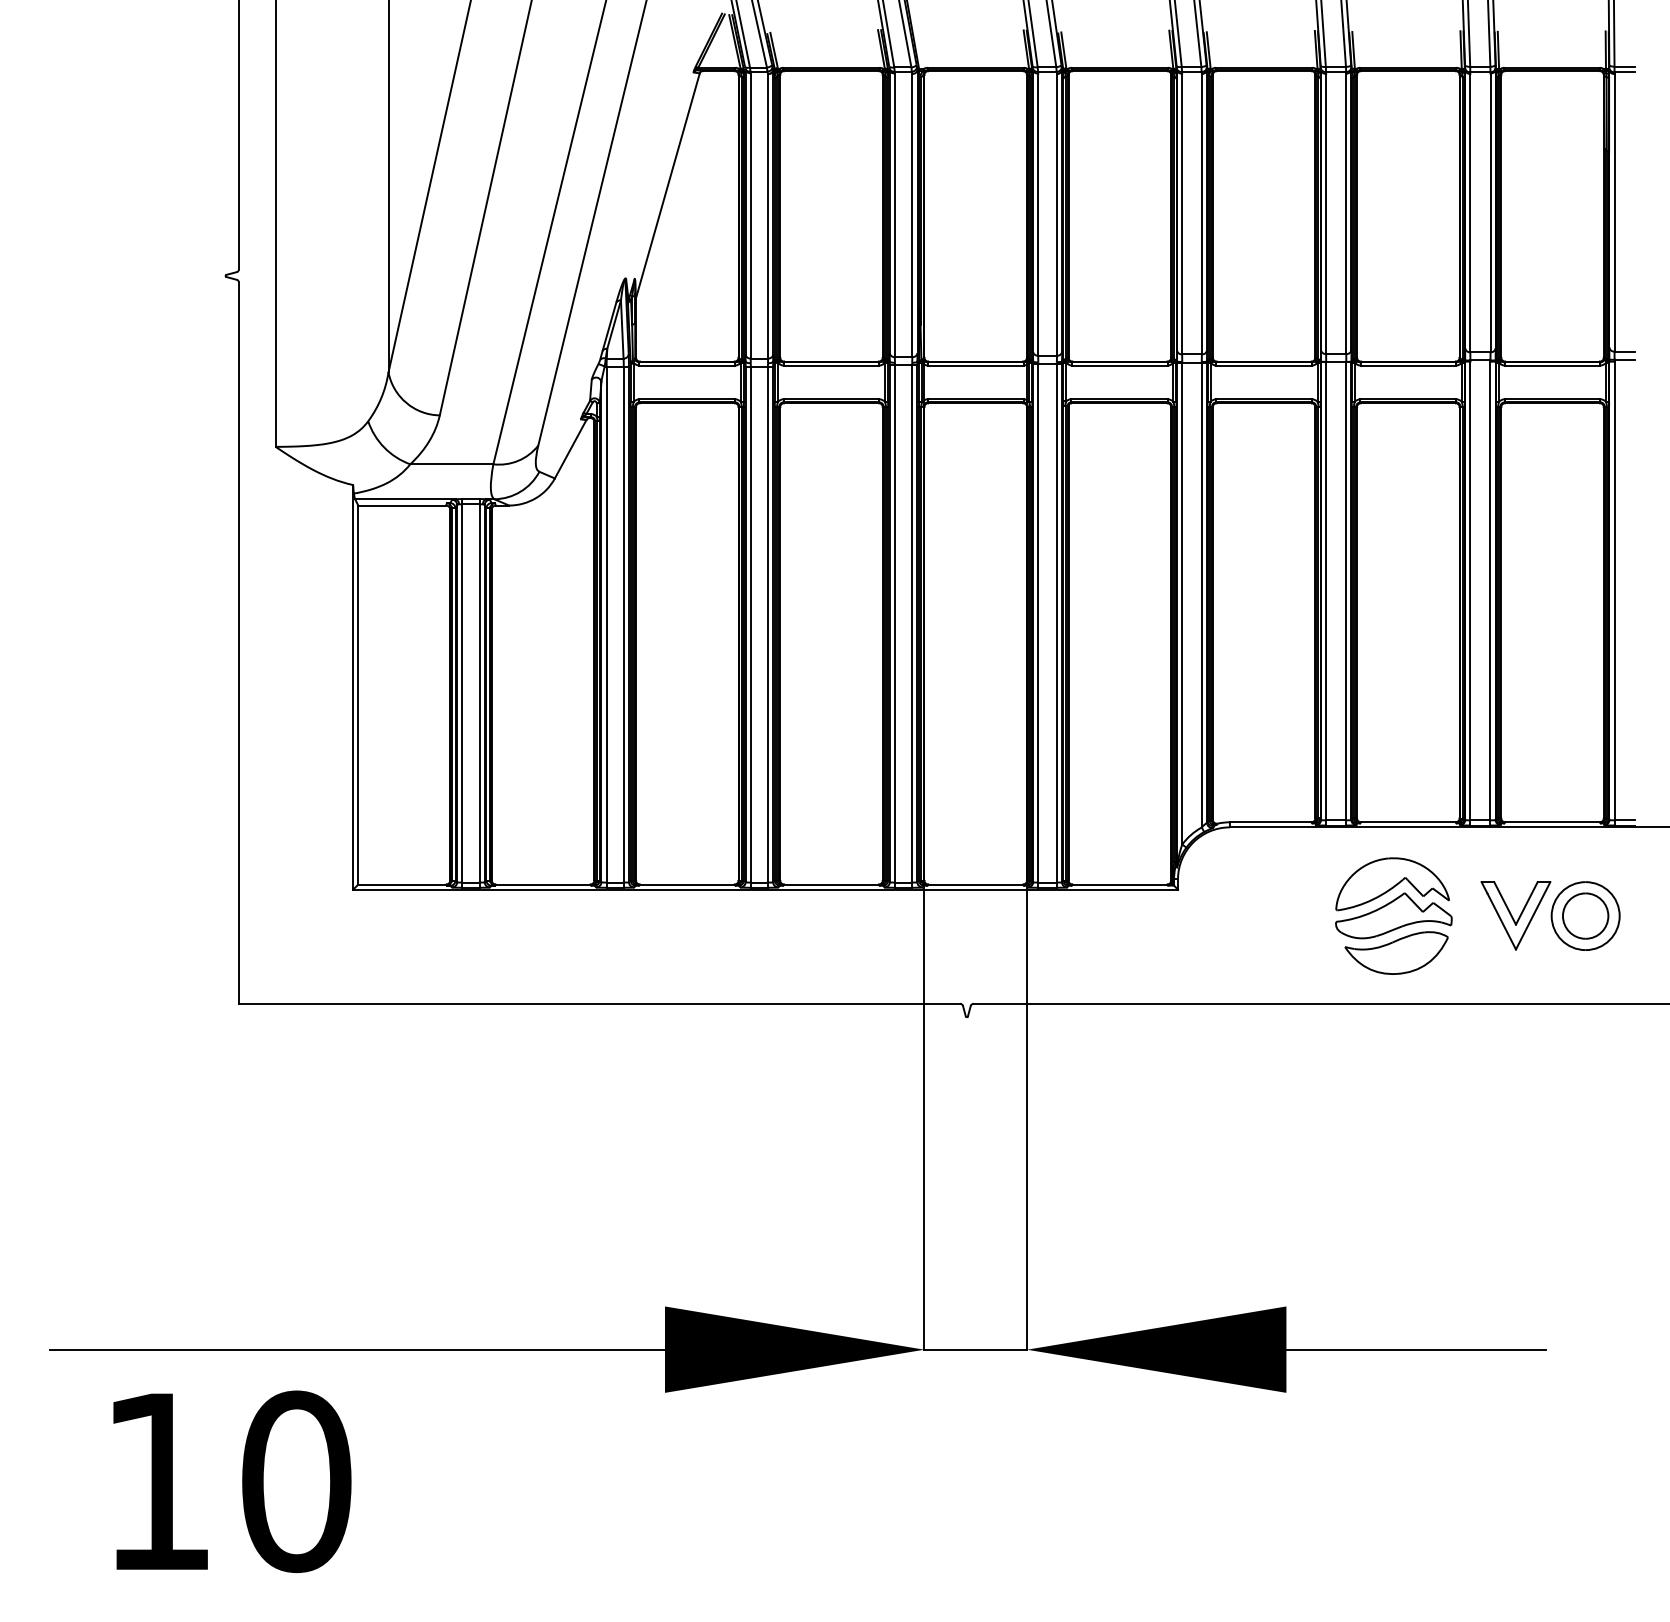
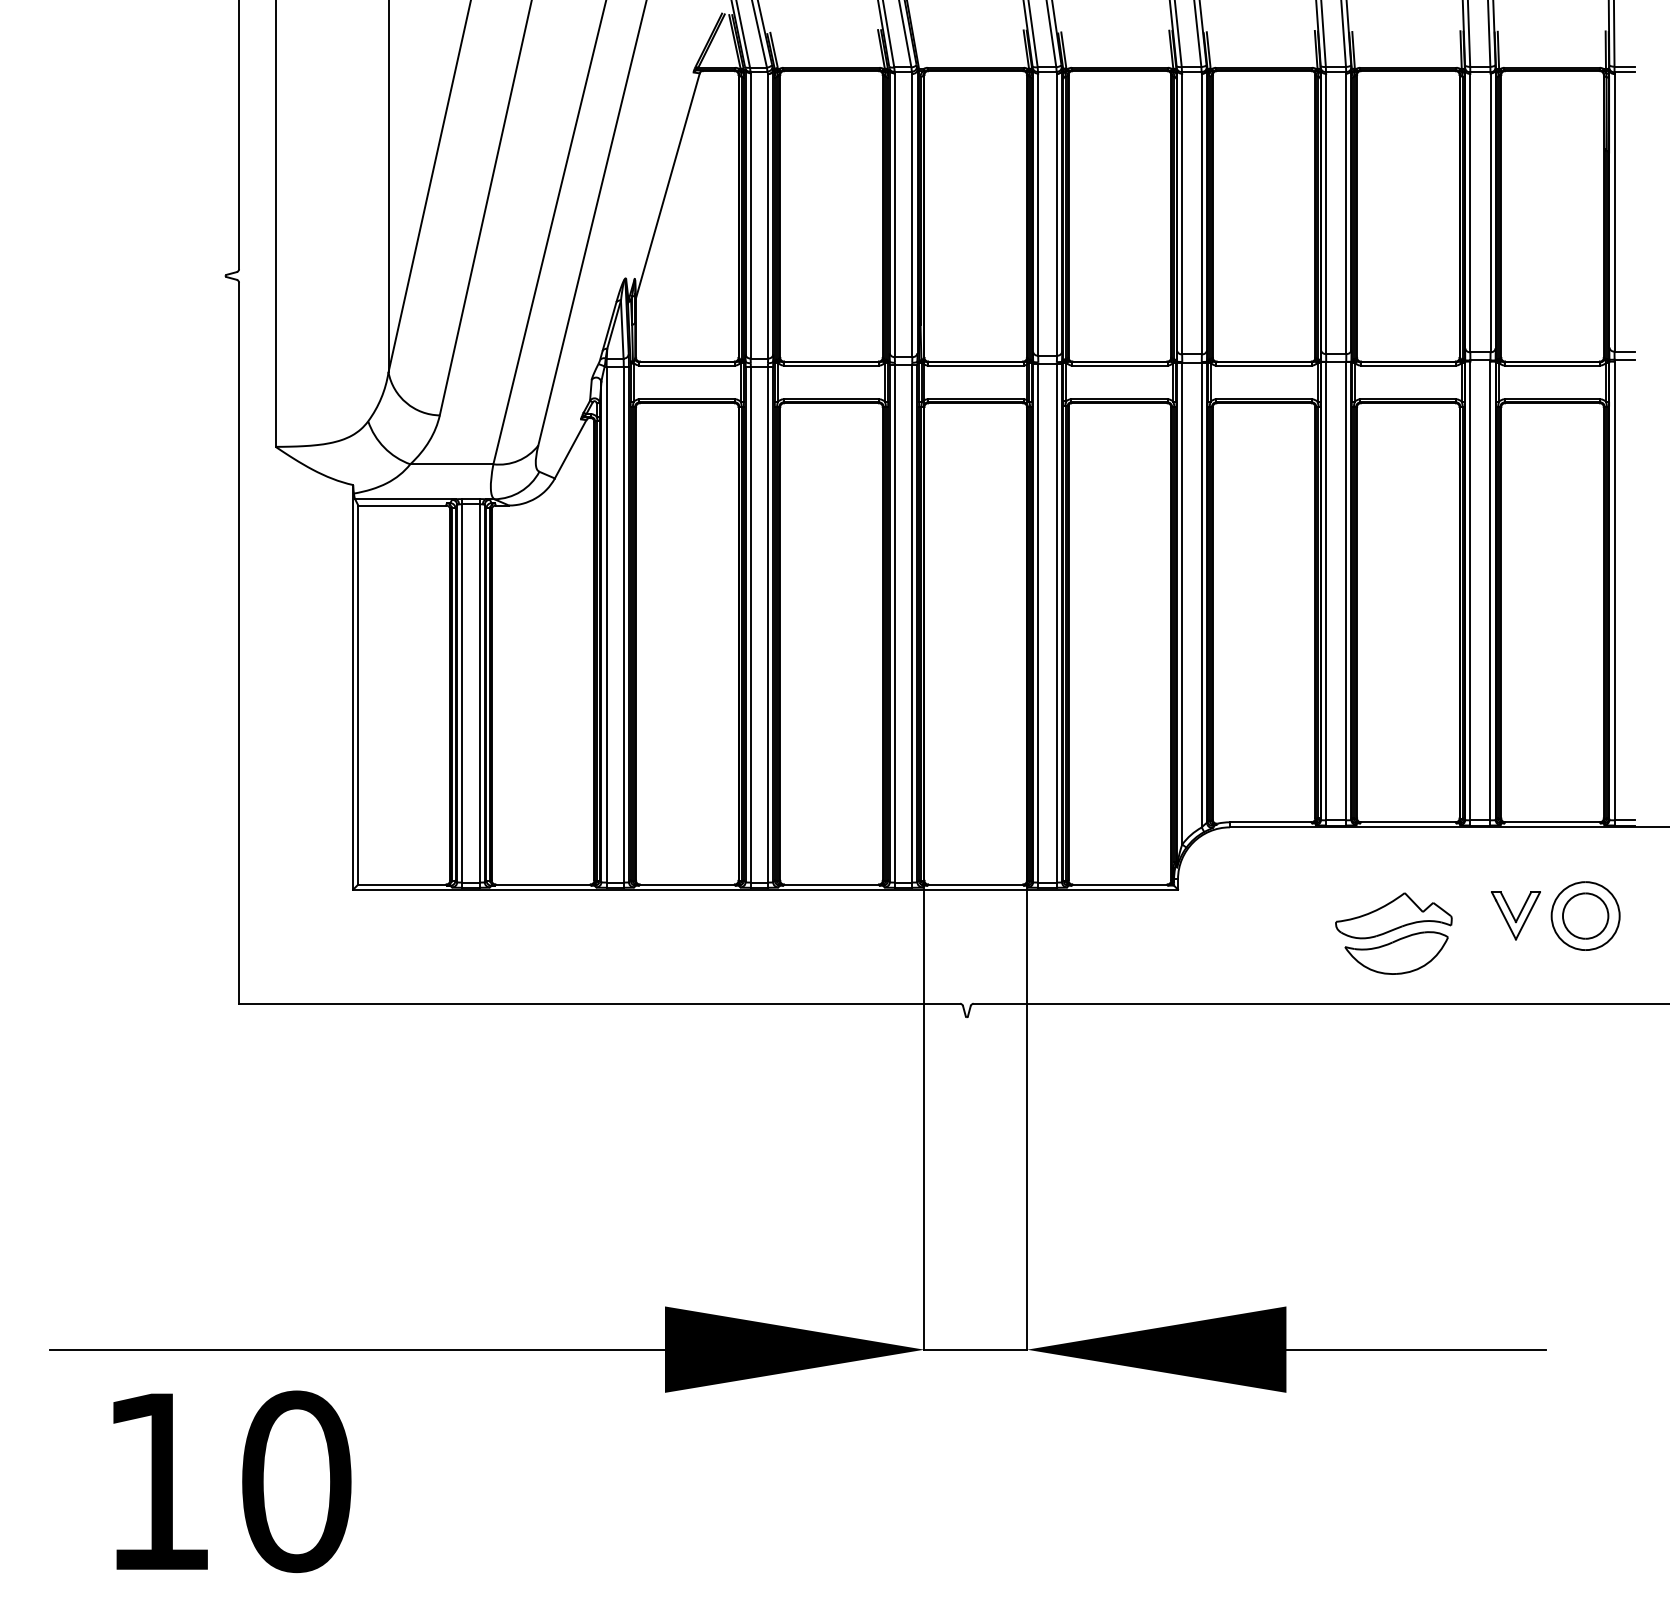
part at (1392, 884): present -> none
part at (1515, 915) size: 72x70 px -> 50x50 px
